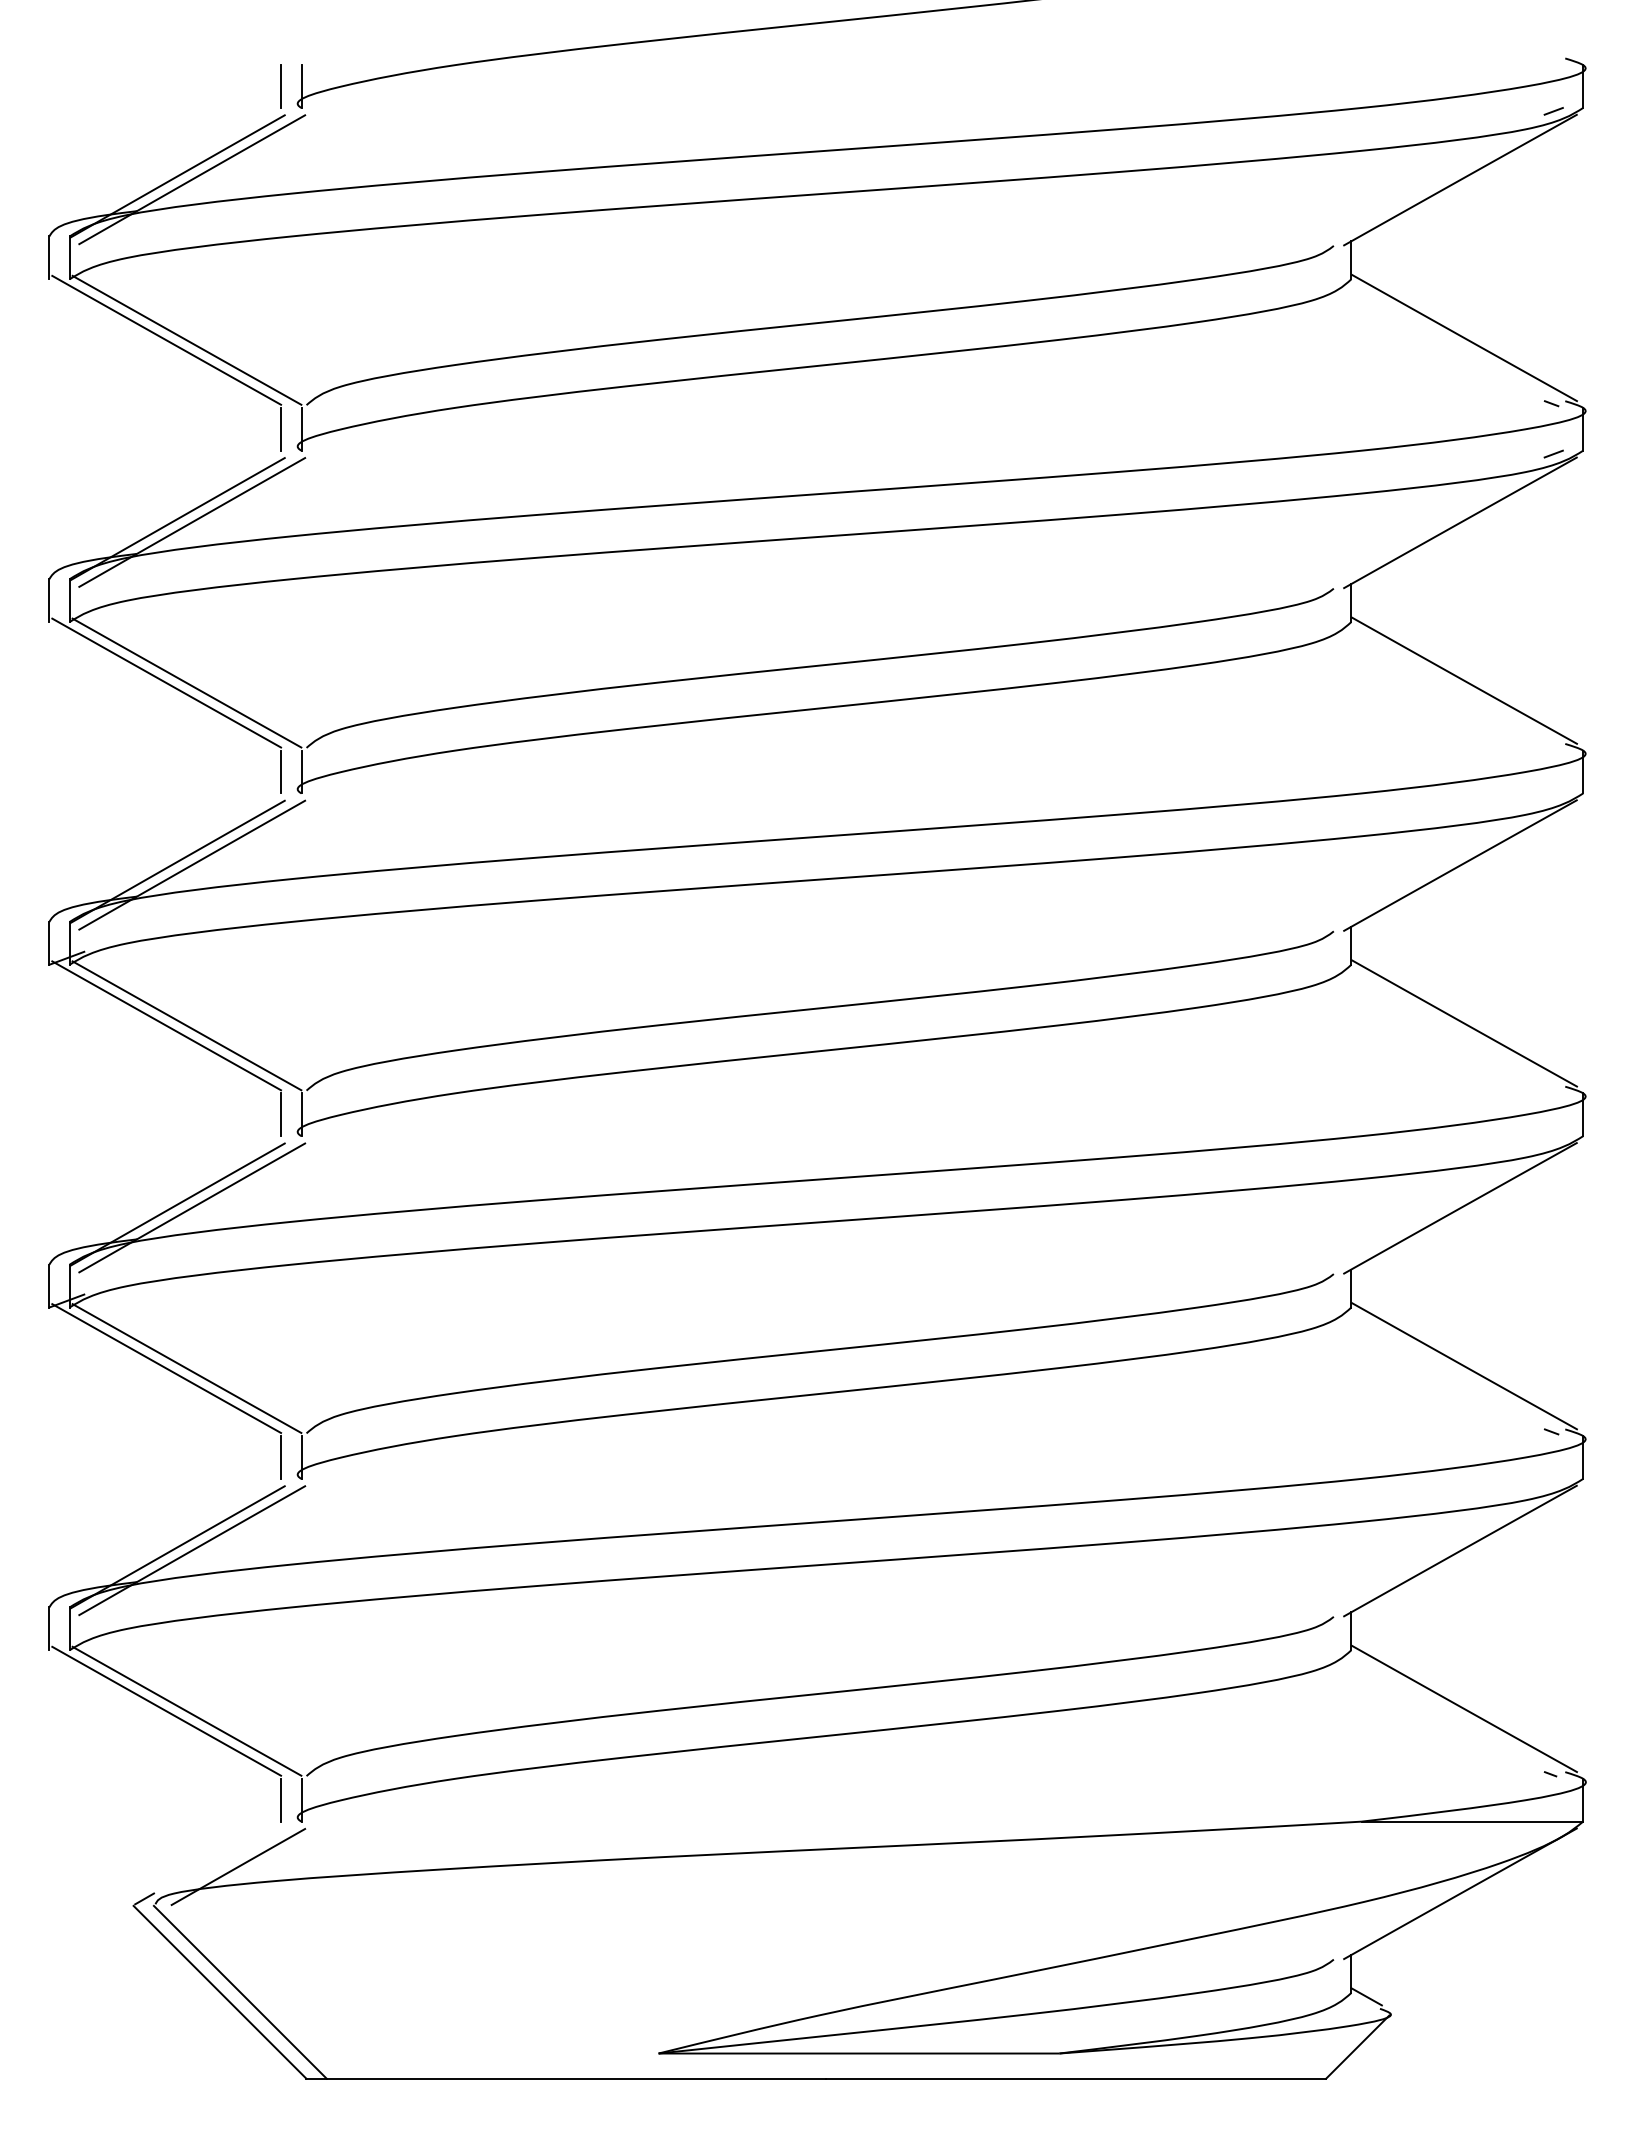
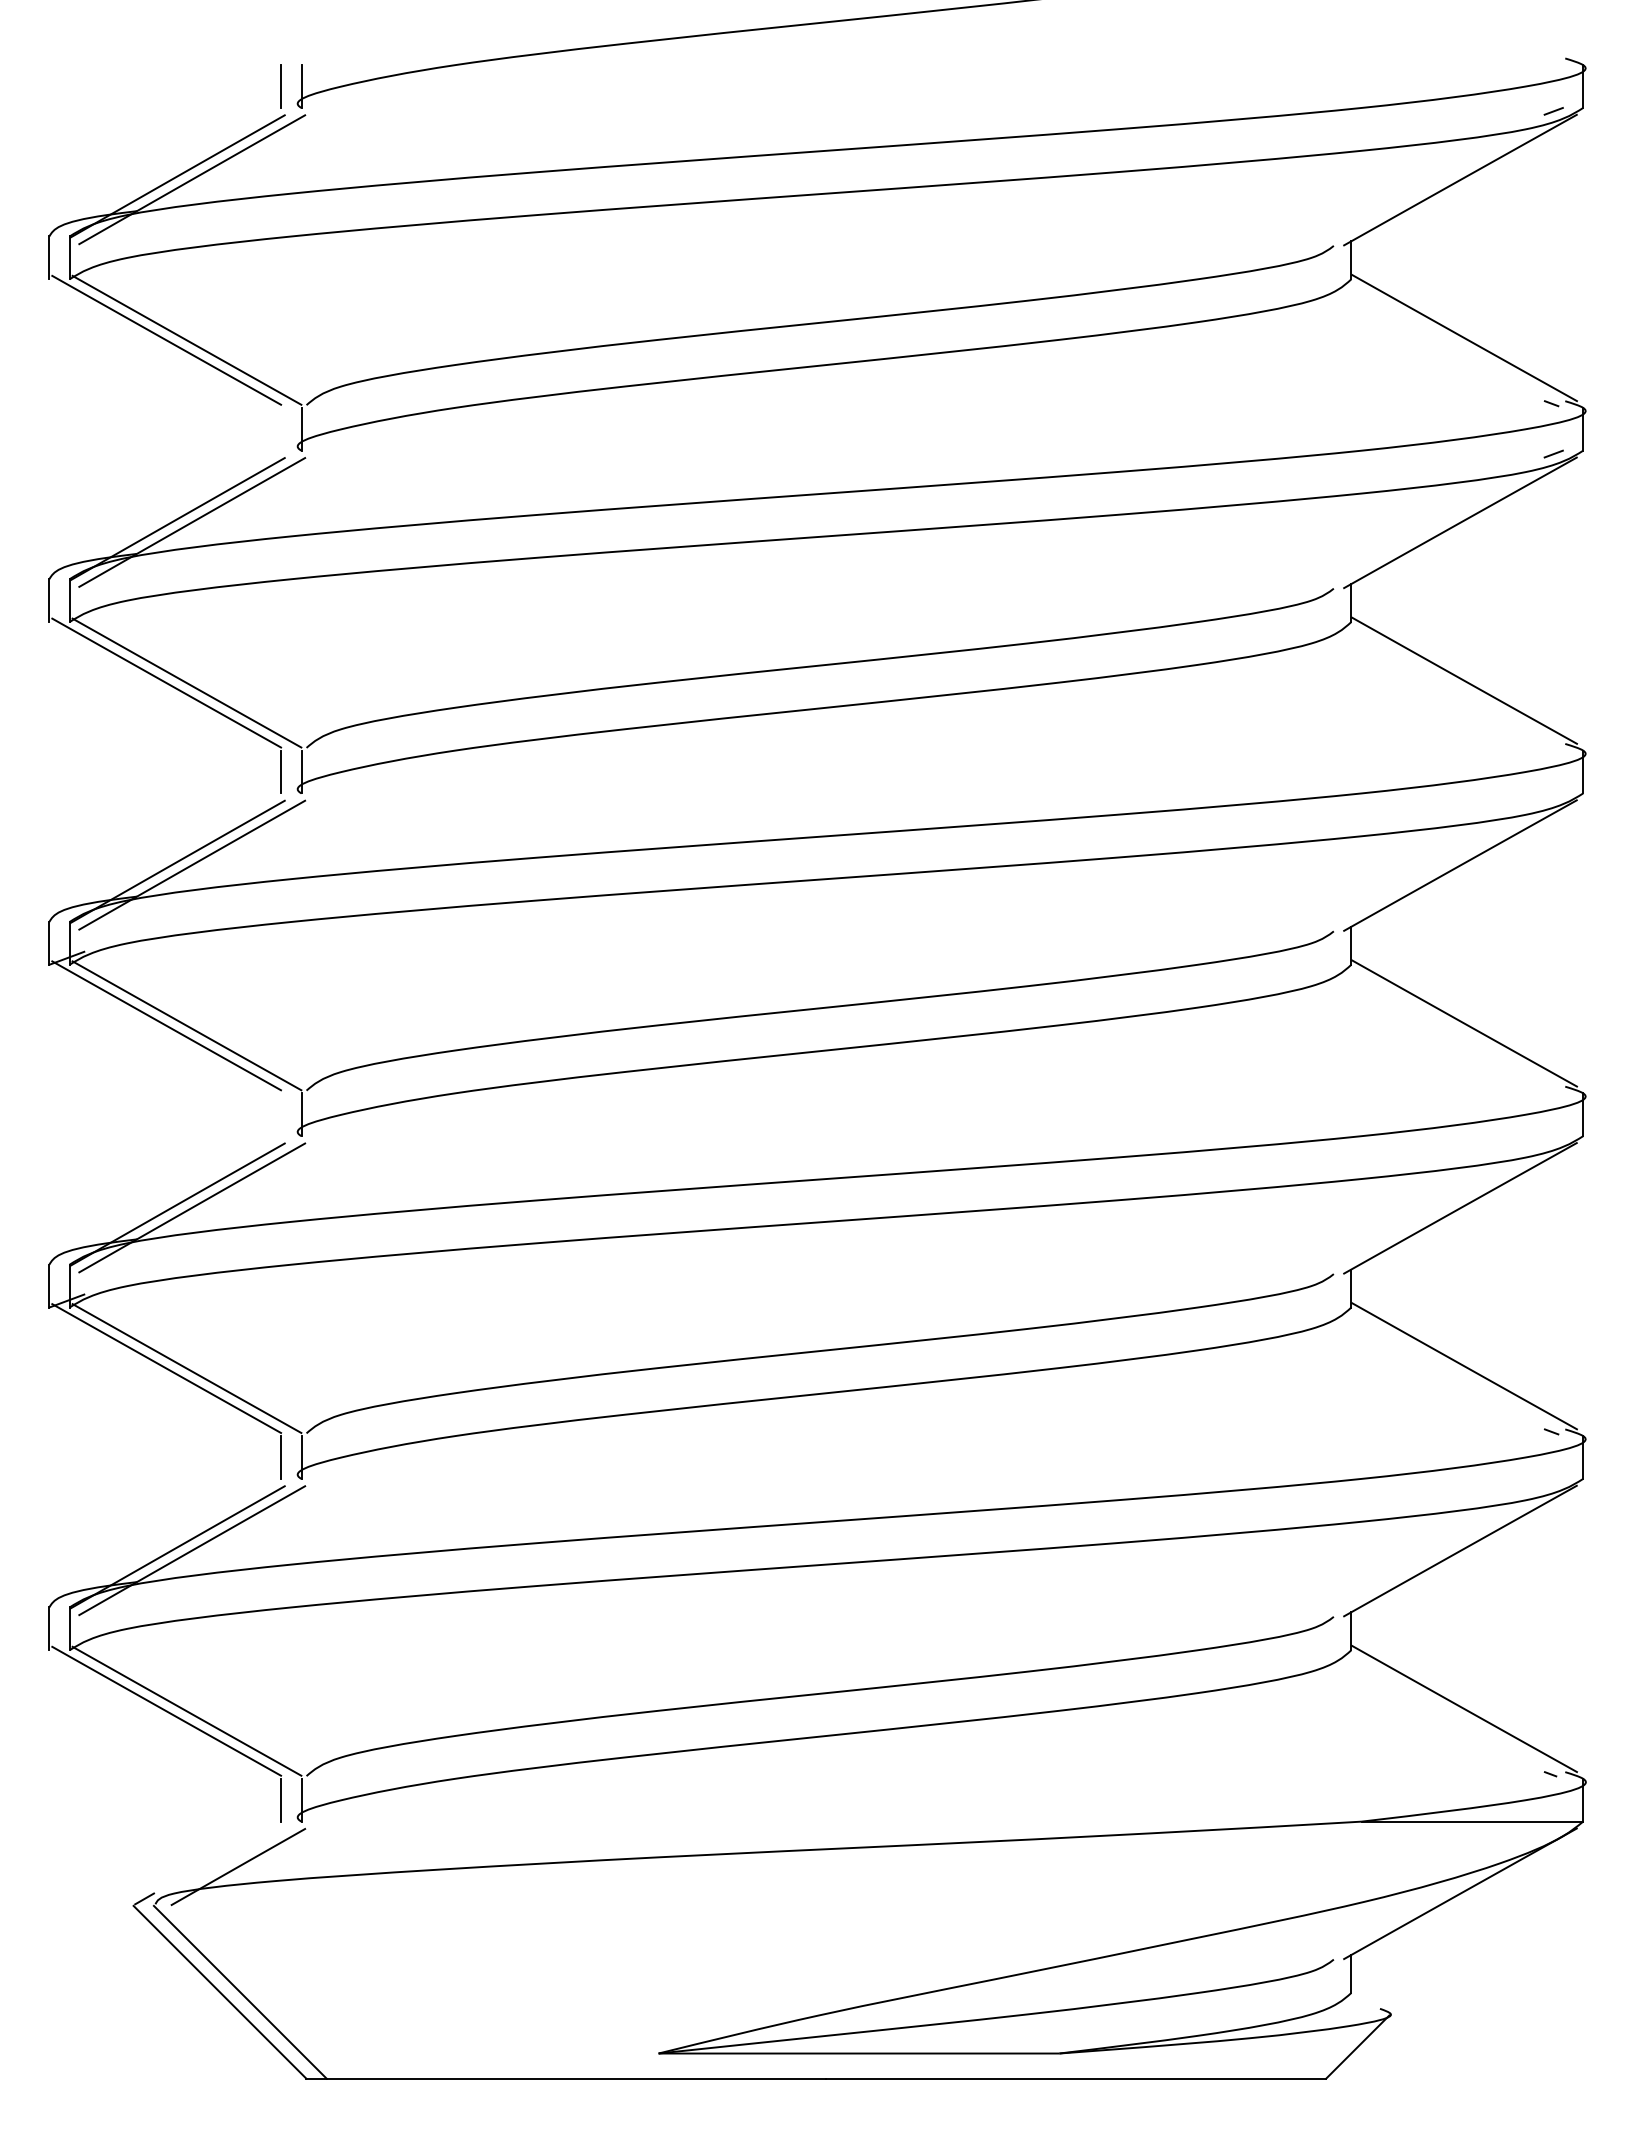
line at (281, 428): present -> none
line at (281, 1114): present -> none
line at (1366, 1996): present -> none
